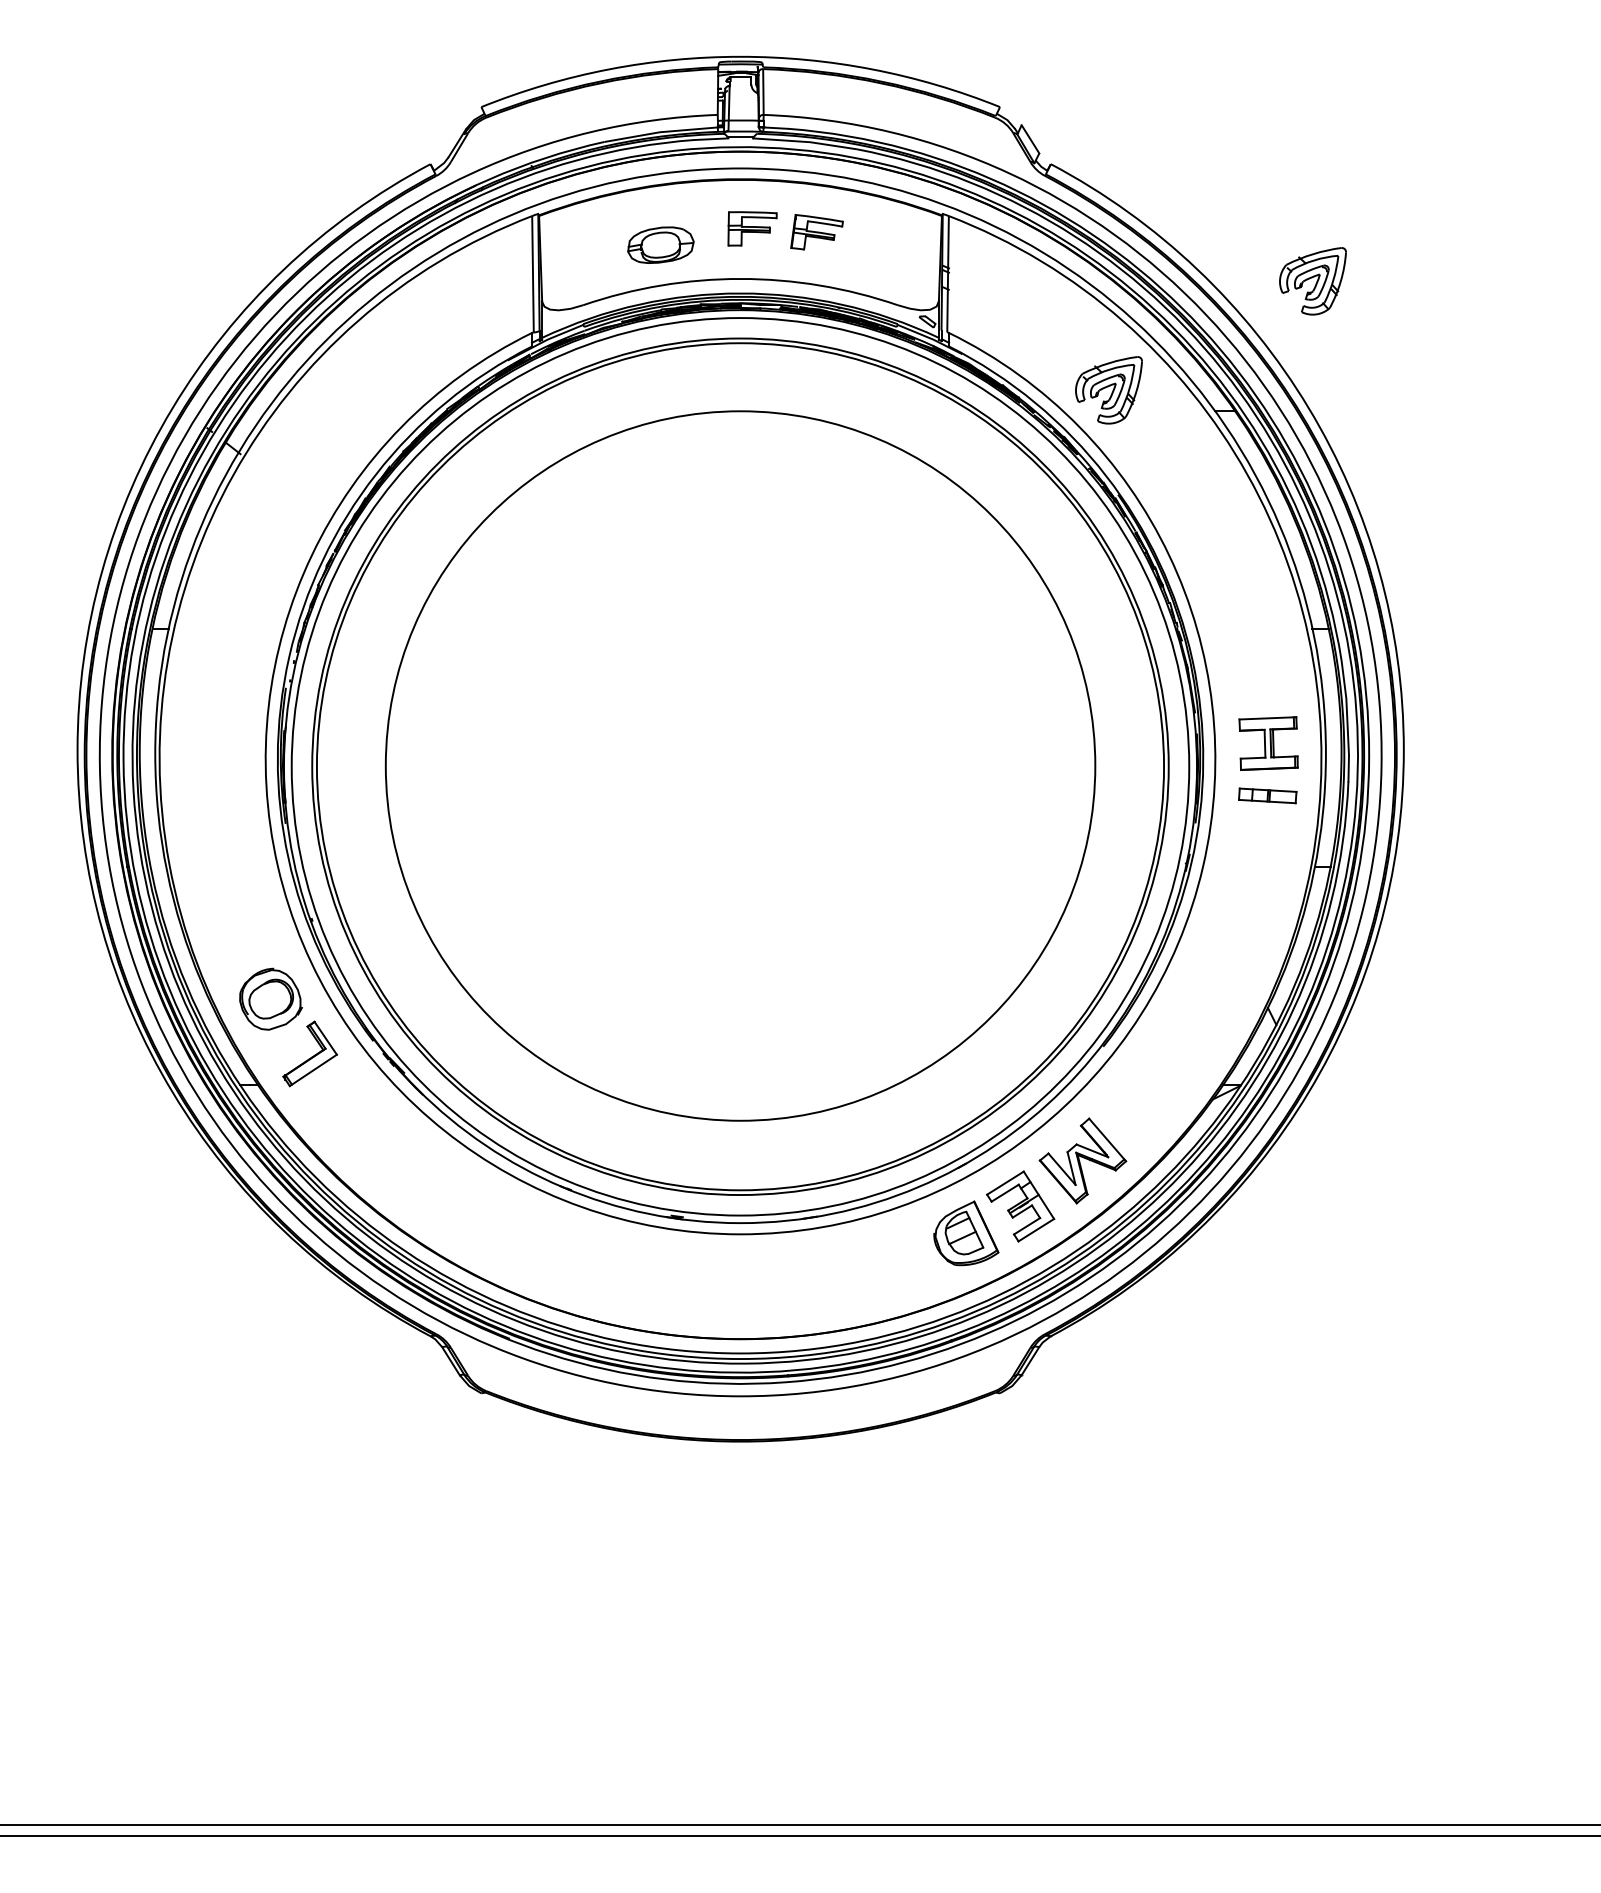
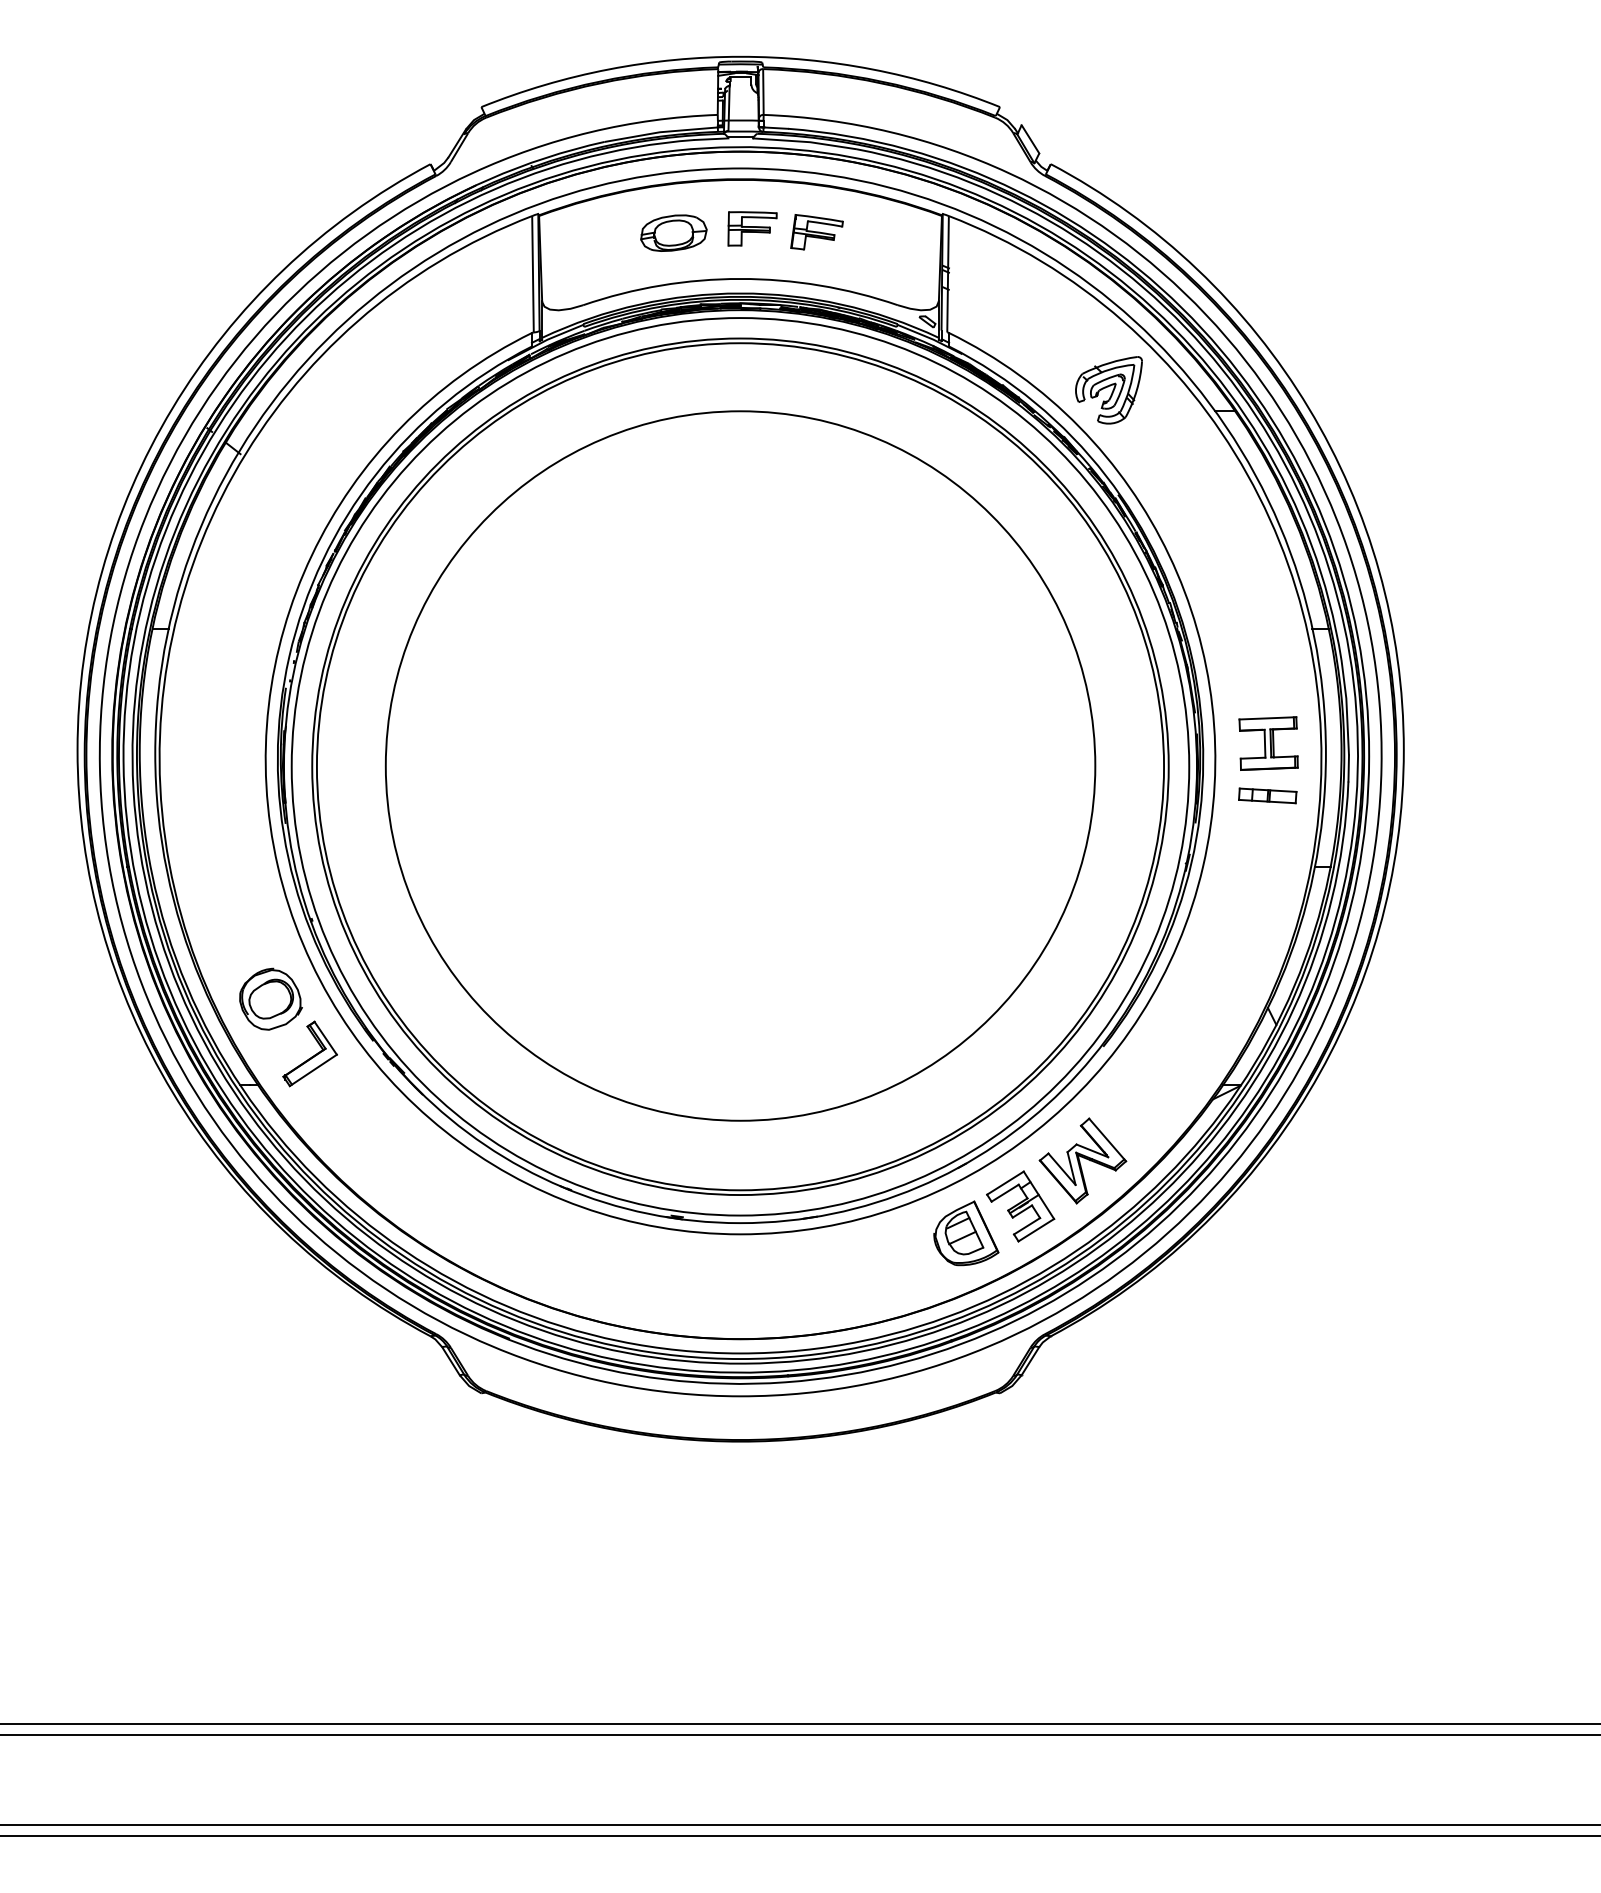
part at (660, 244) position: (660, 244) -> (673, 232)
part at (1312, 281): present -> none
line at (799, 1724): none -> present
line at (799, 1735): none -> present
